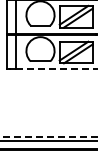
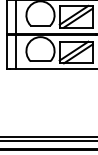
line at (56, 69): dashed -> solid
line at (49, 136): dashed -> solid
